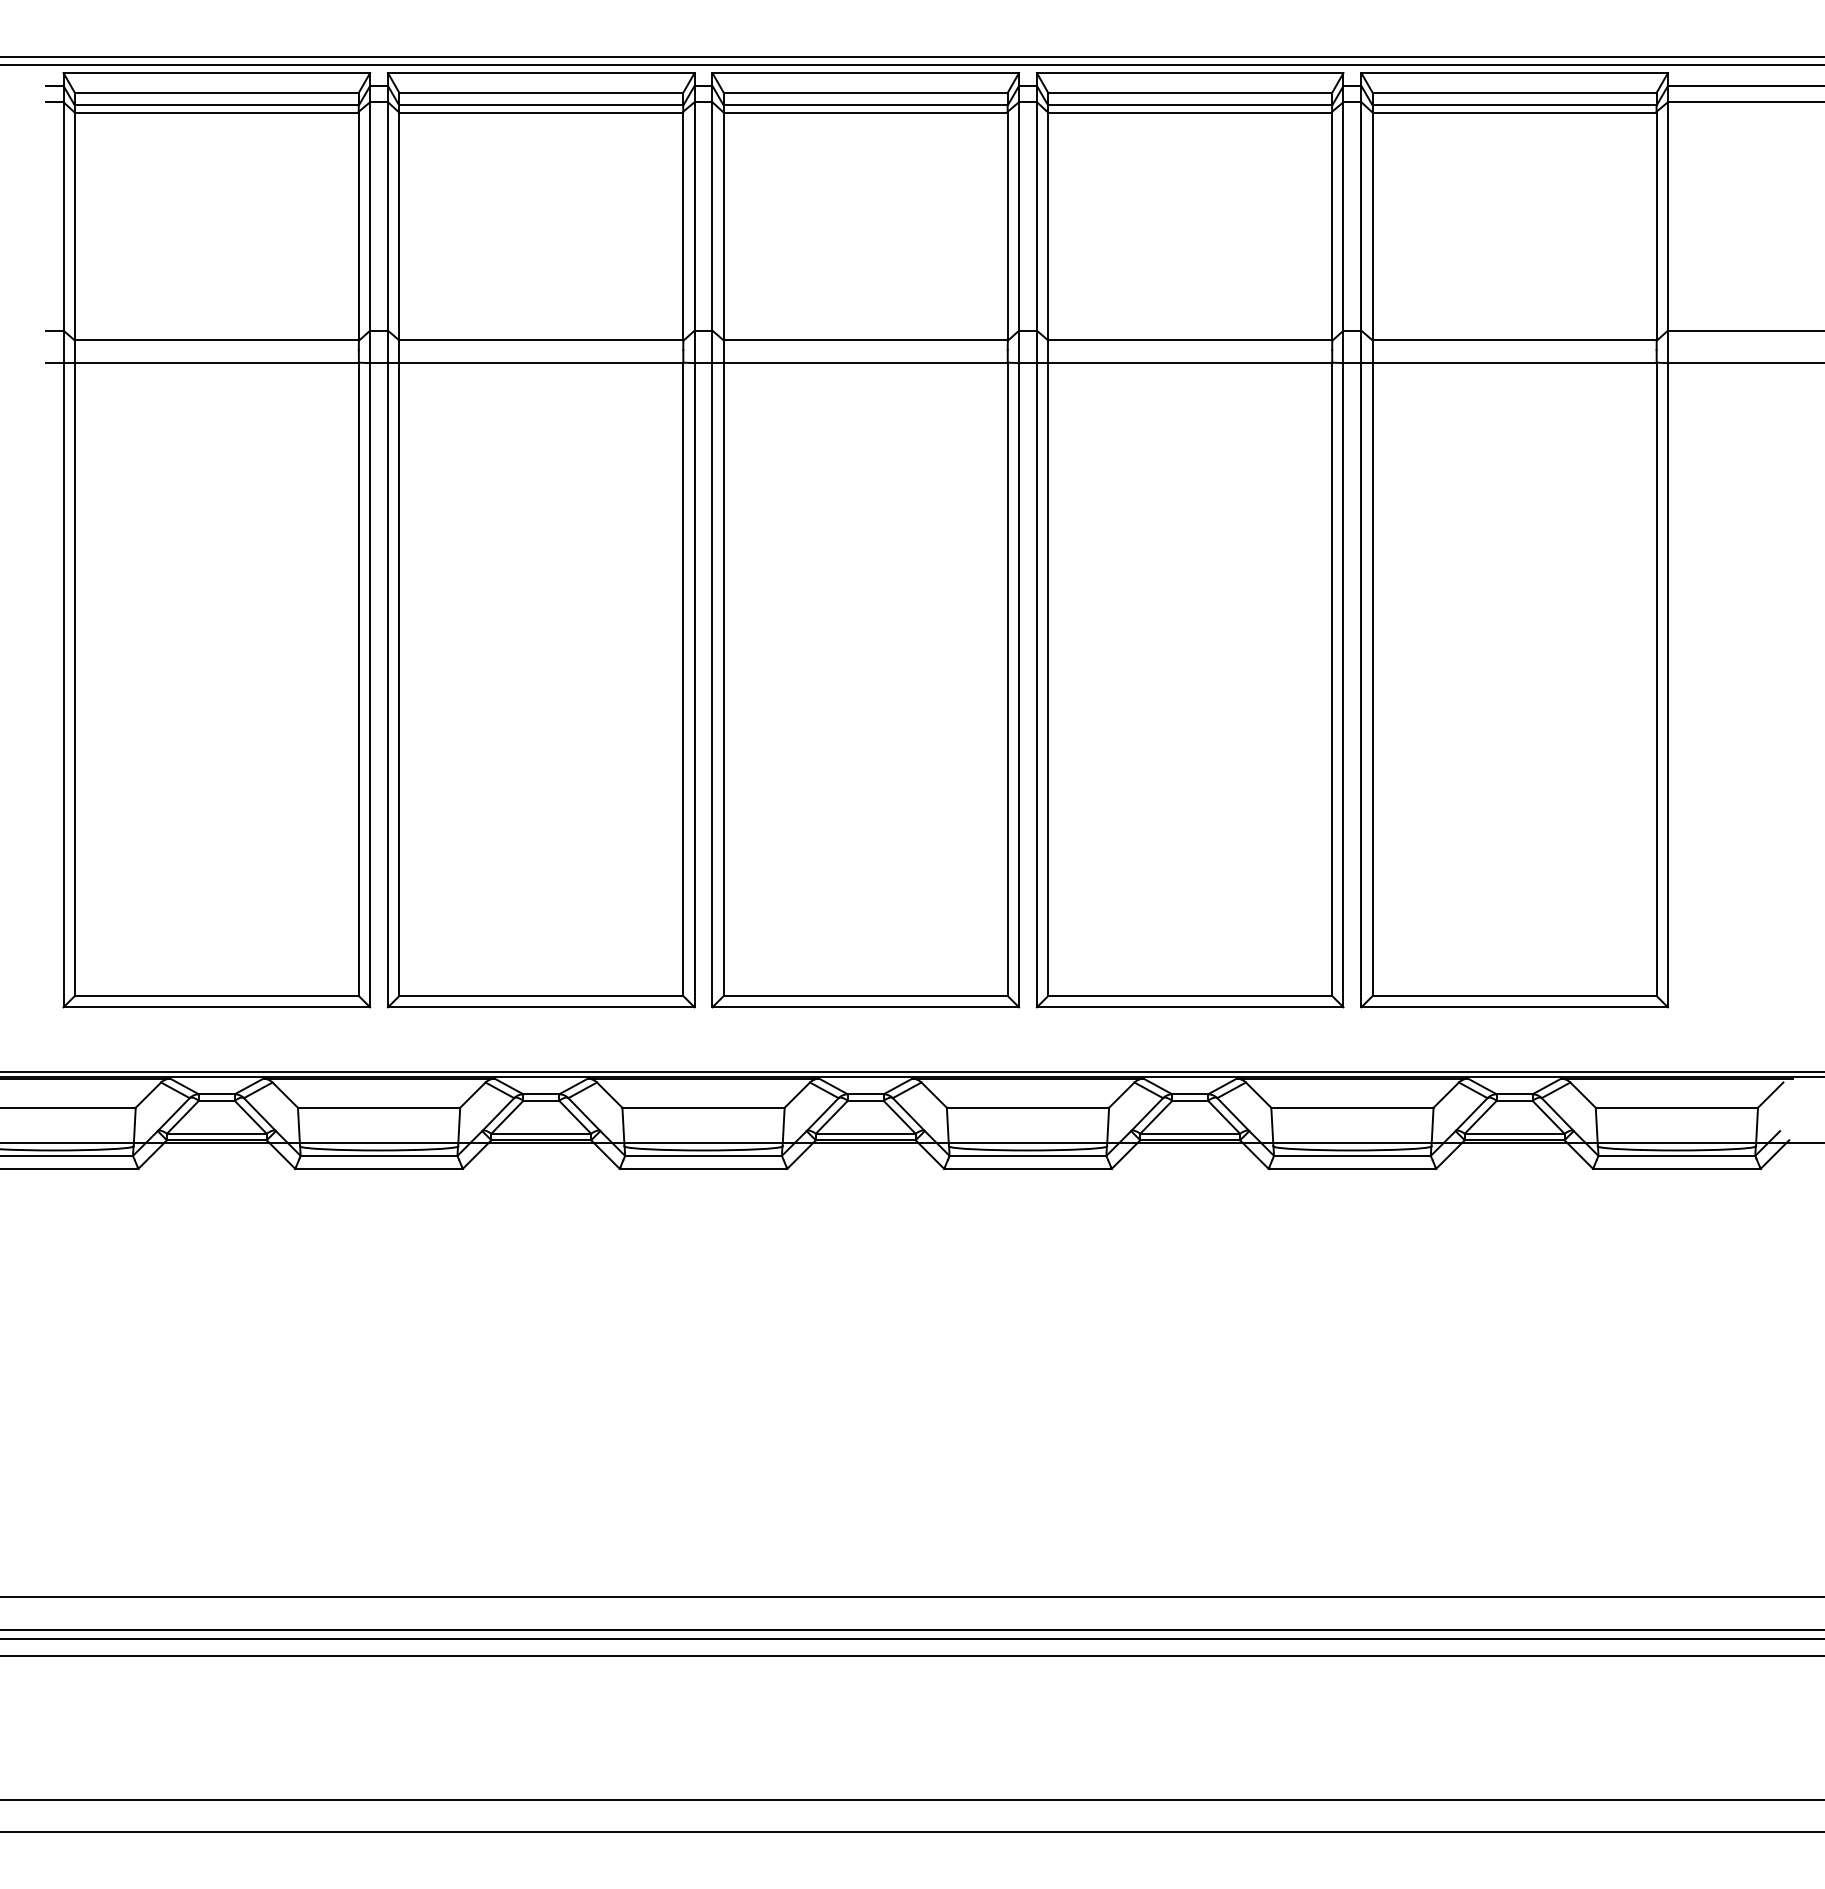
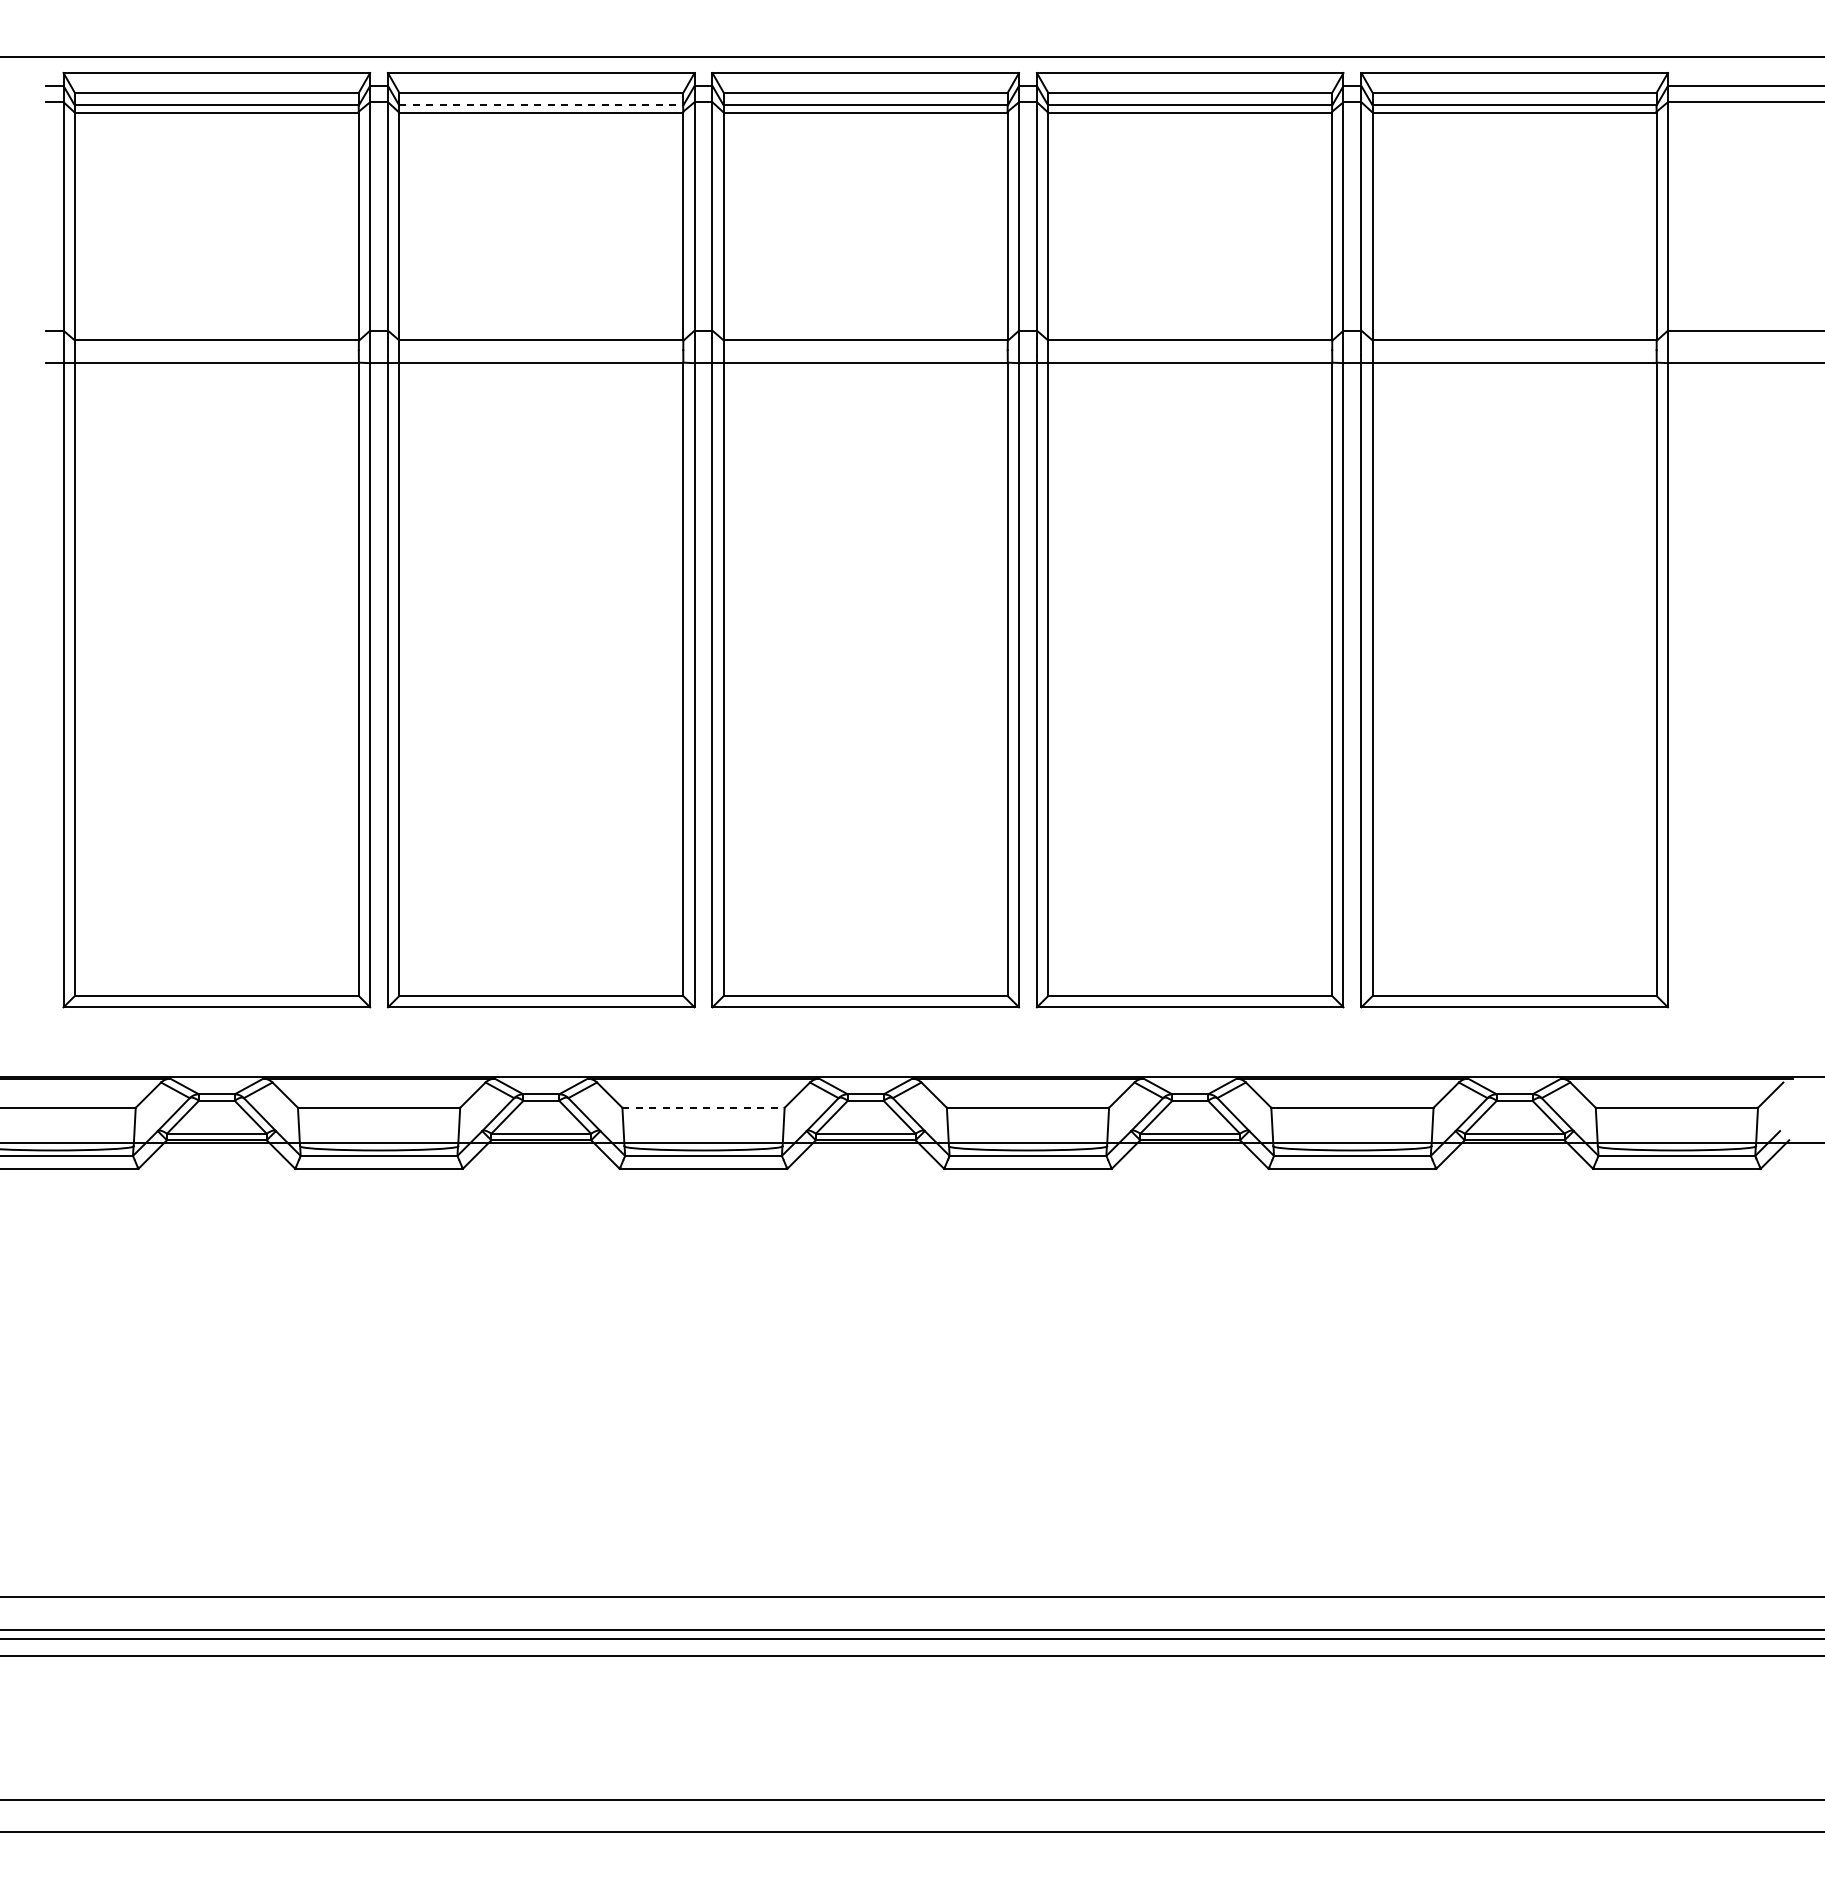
line at (911, 65): present -> none
line at (541, 105): solid -> dashed
line at (911, 1072): present -> none
line at (704, 1107): solid -> dashed
